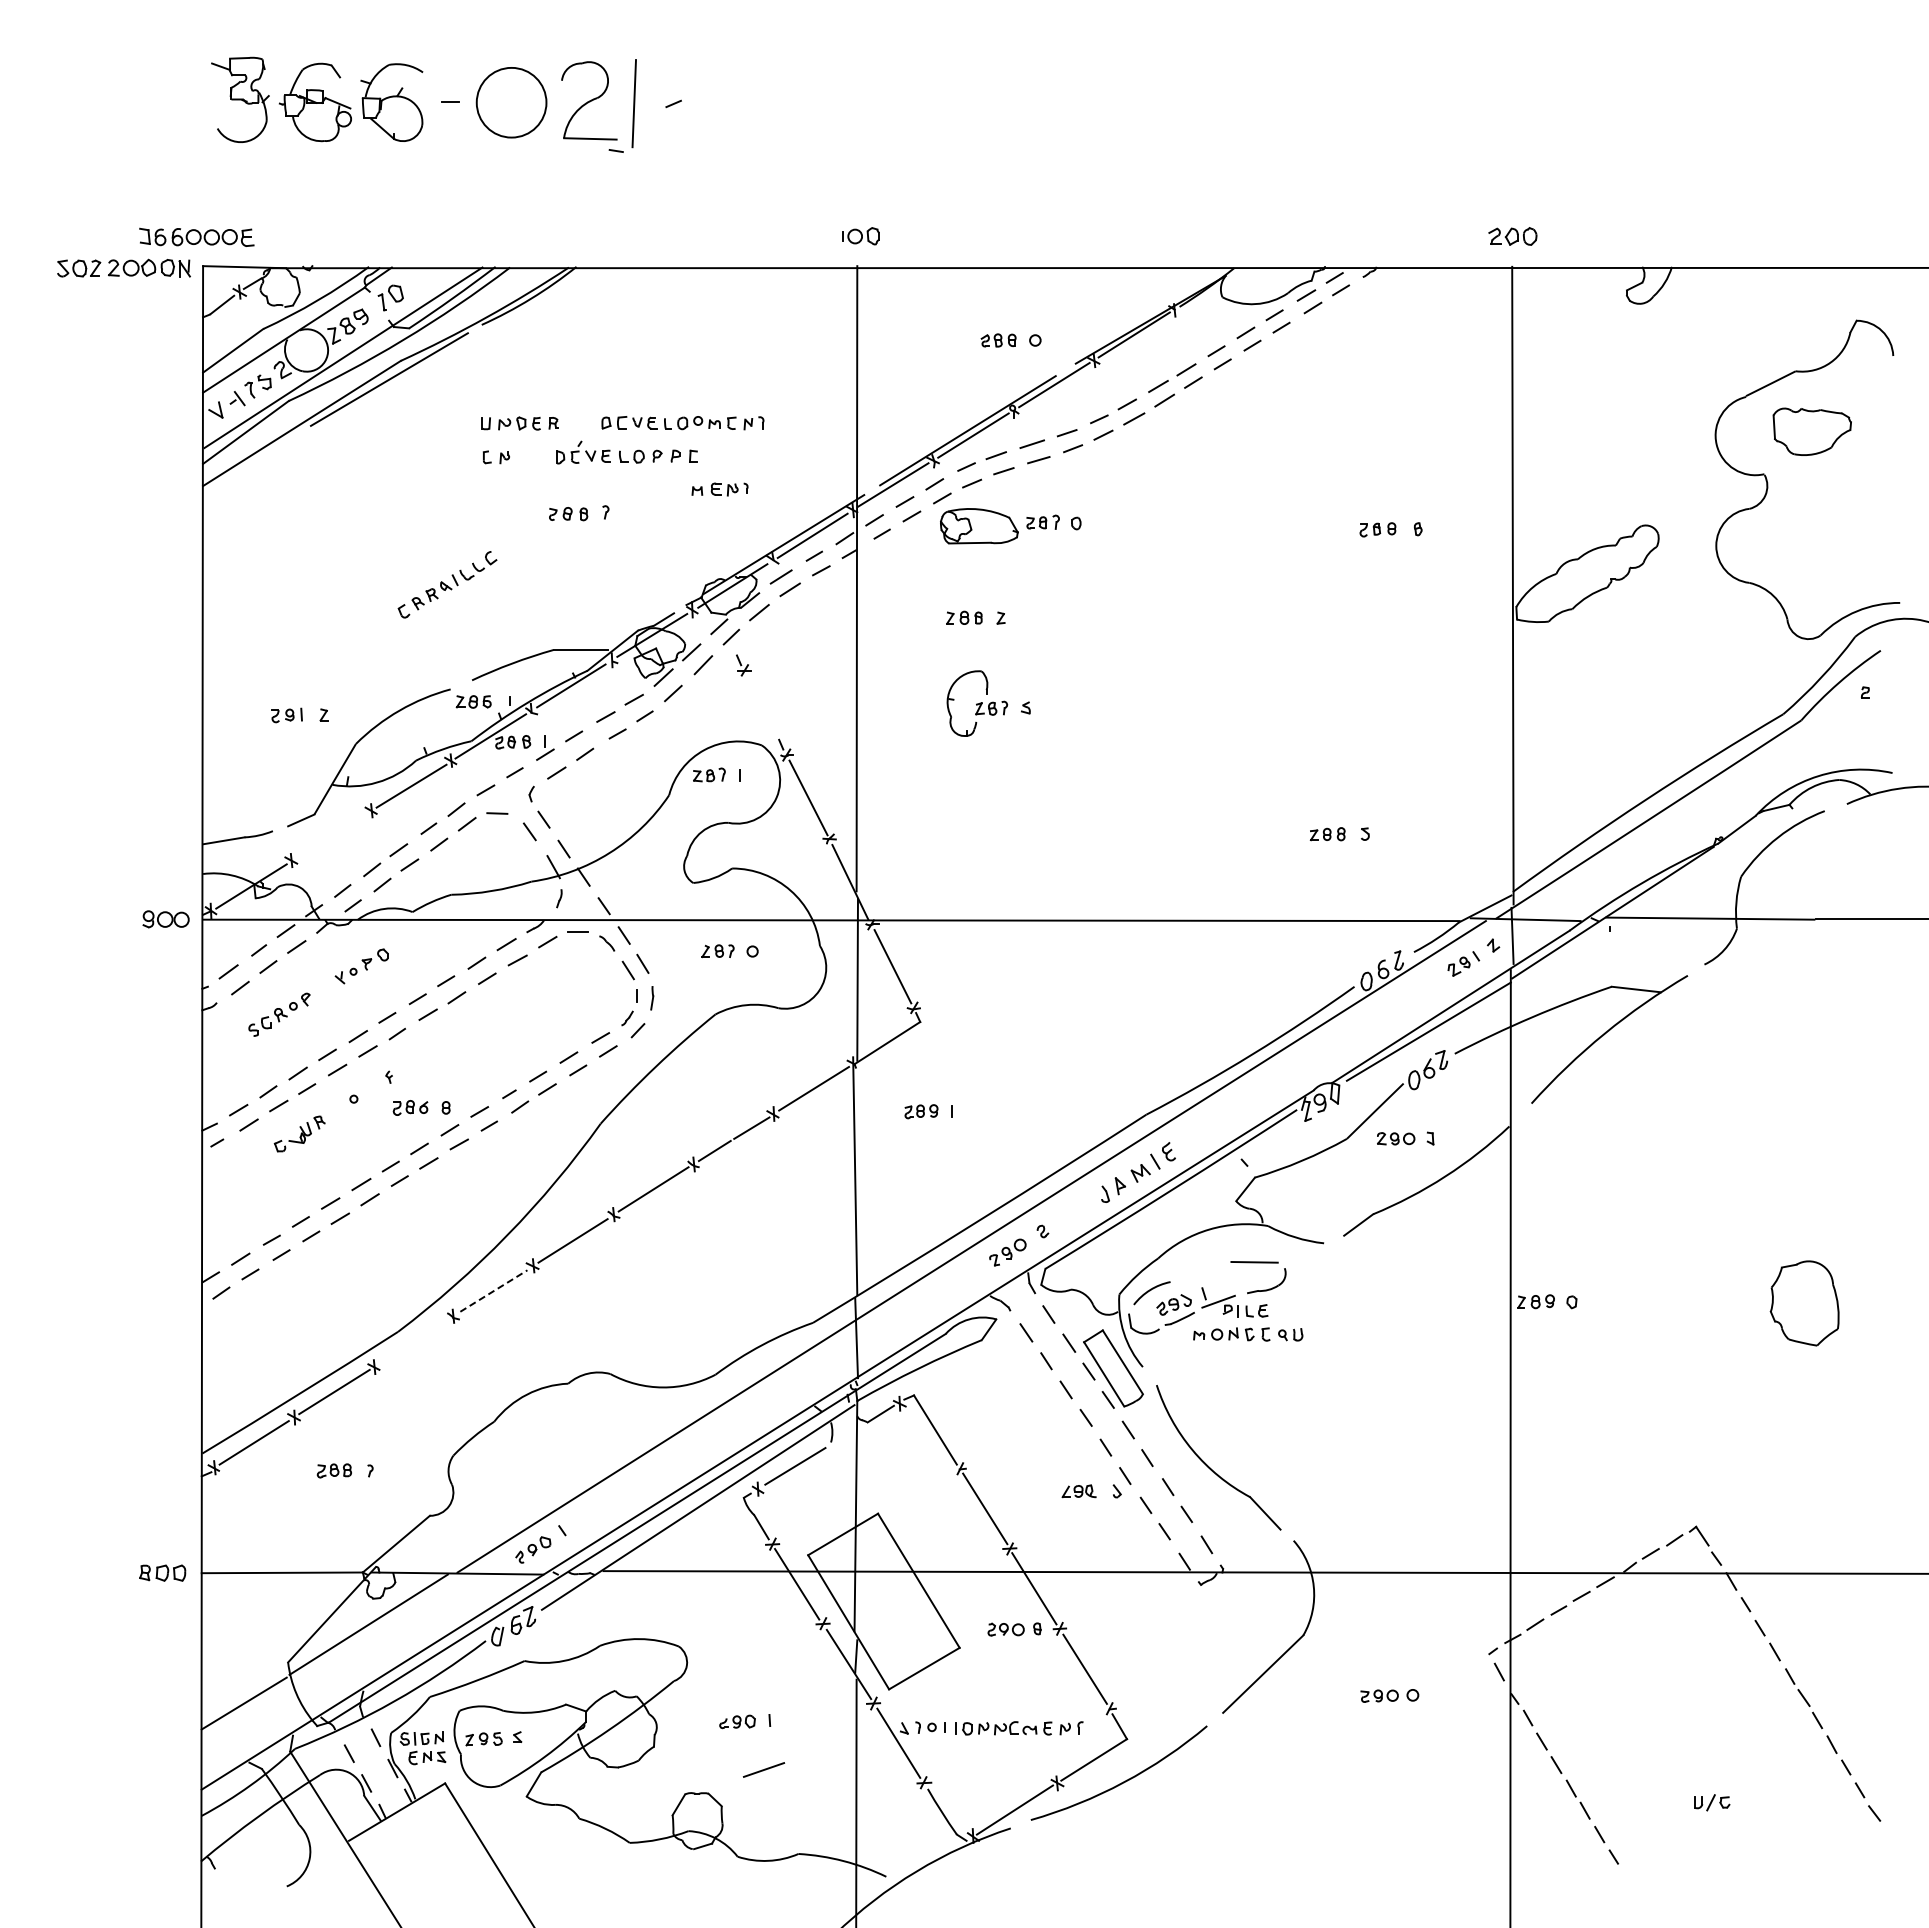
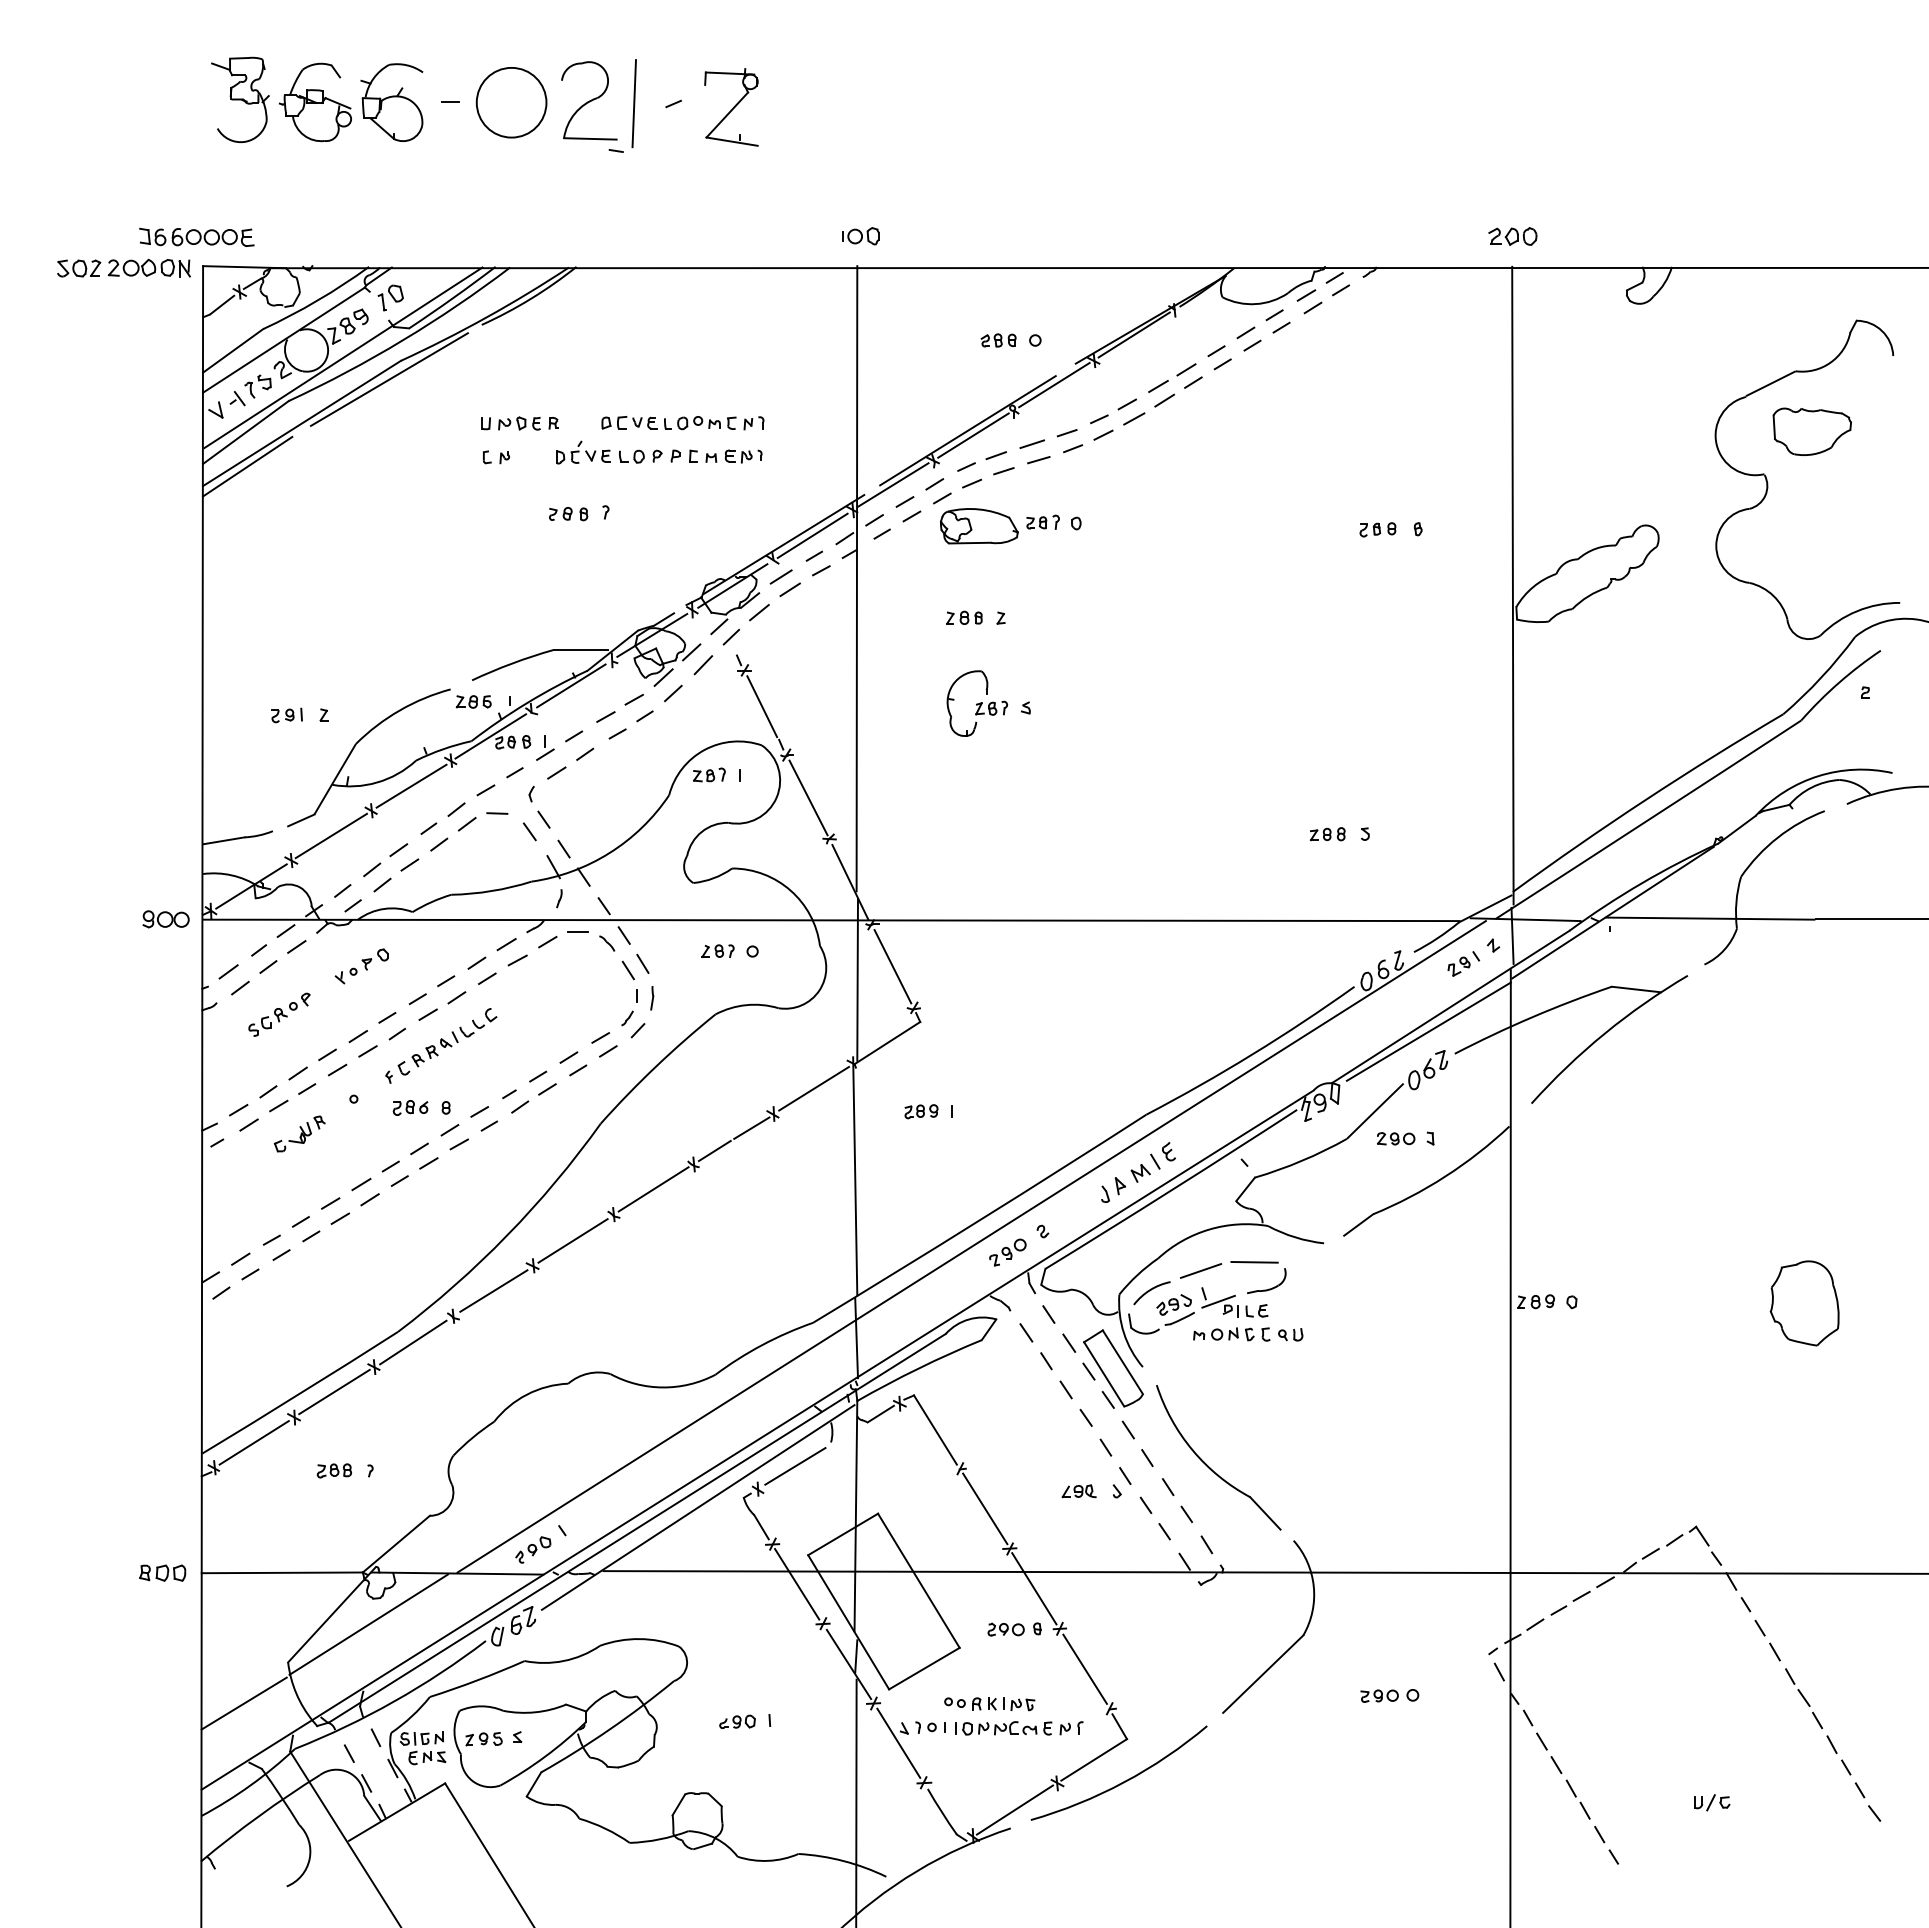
part at (731, 107): none -> present
line at (247, 466): none -> present
part at (719, 489) position: (719, 489) -> (733, 456)
part at (447, 584) position: (447, 584) -> (447, 1041)
line at (762, 706): none -> present
line at (330, 835): none -> present
line at (494, 1290): dashed -> solid
line at (413, 1342): none -> present
part at (989, 1704): none -> present
line at (764, 1769) position: (764, 1769) -> (1201, 1270)
